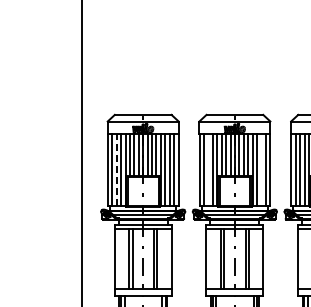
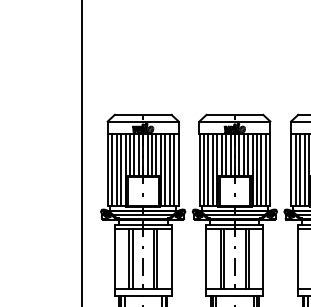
line at (116, 169): dashed -> solid
line at (208, 169): none -> present
line at (261, 169): none -> present
